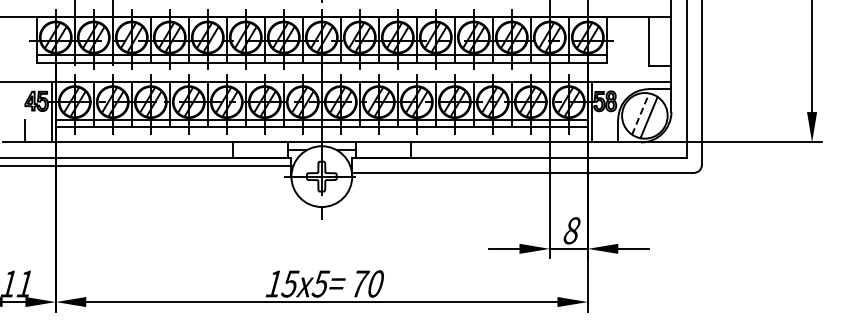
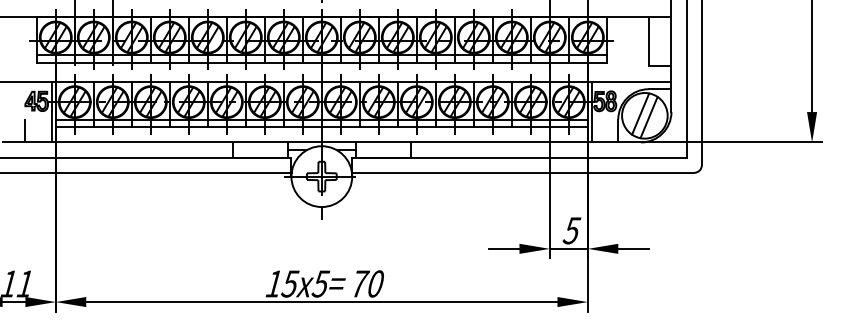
line at (640, 113): dashed -> solid
line at (146, 165) position: (146, 165) -> (146, 172)
text at (571, 230): 8 -> 5
